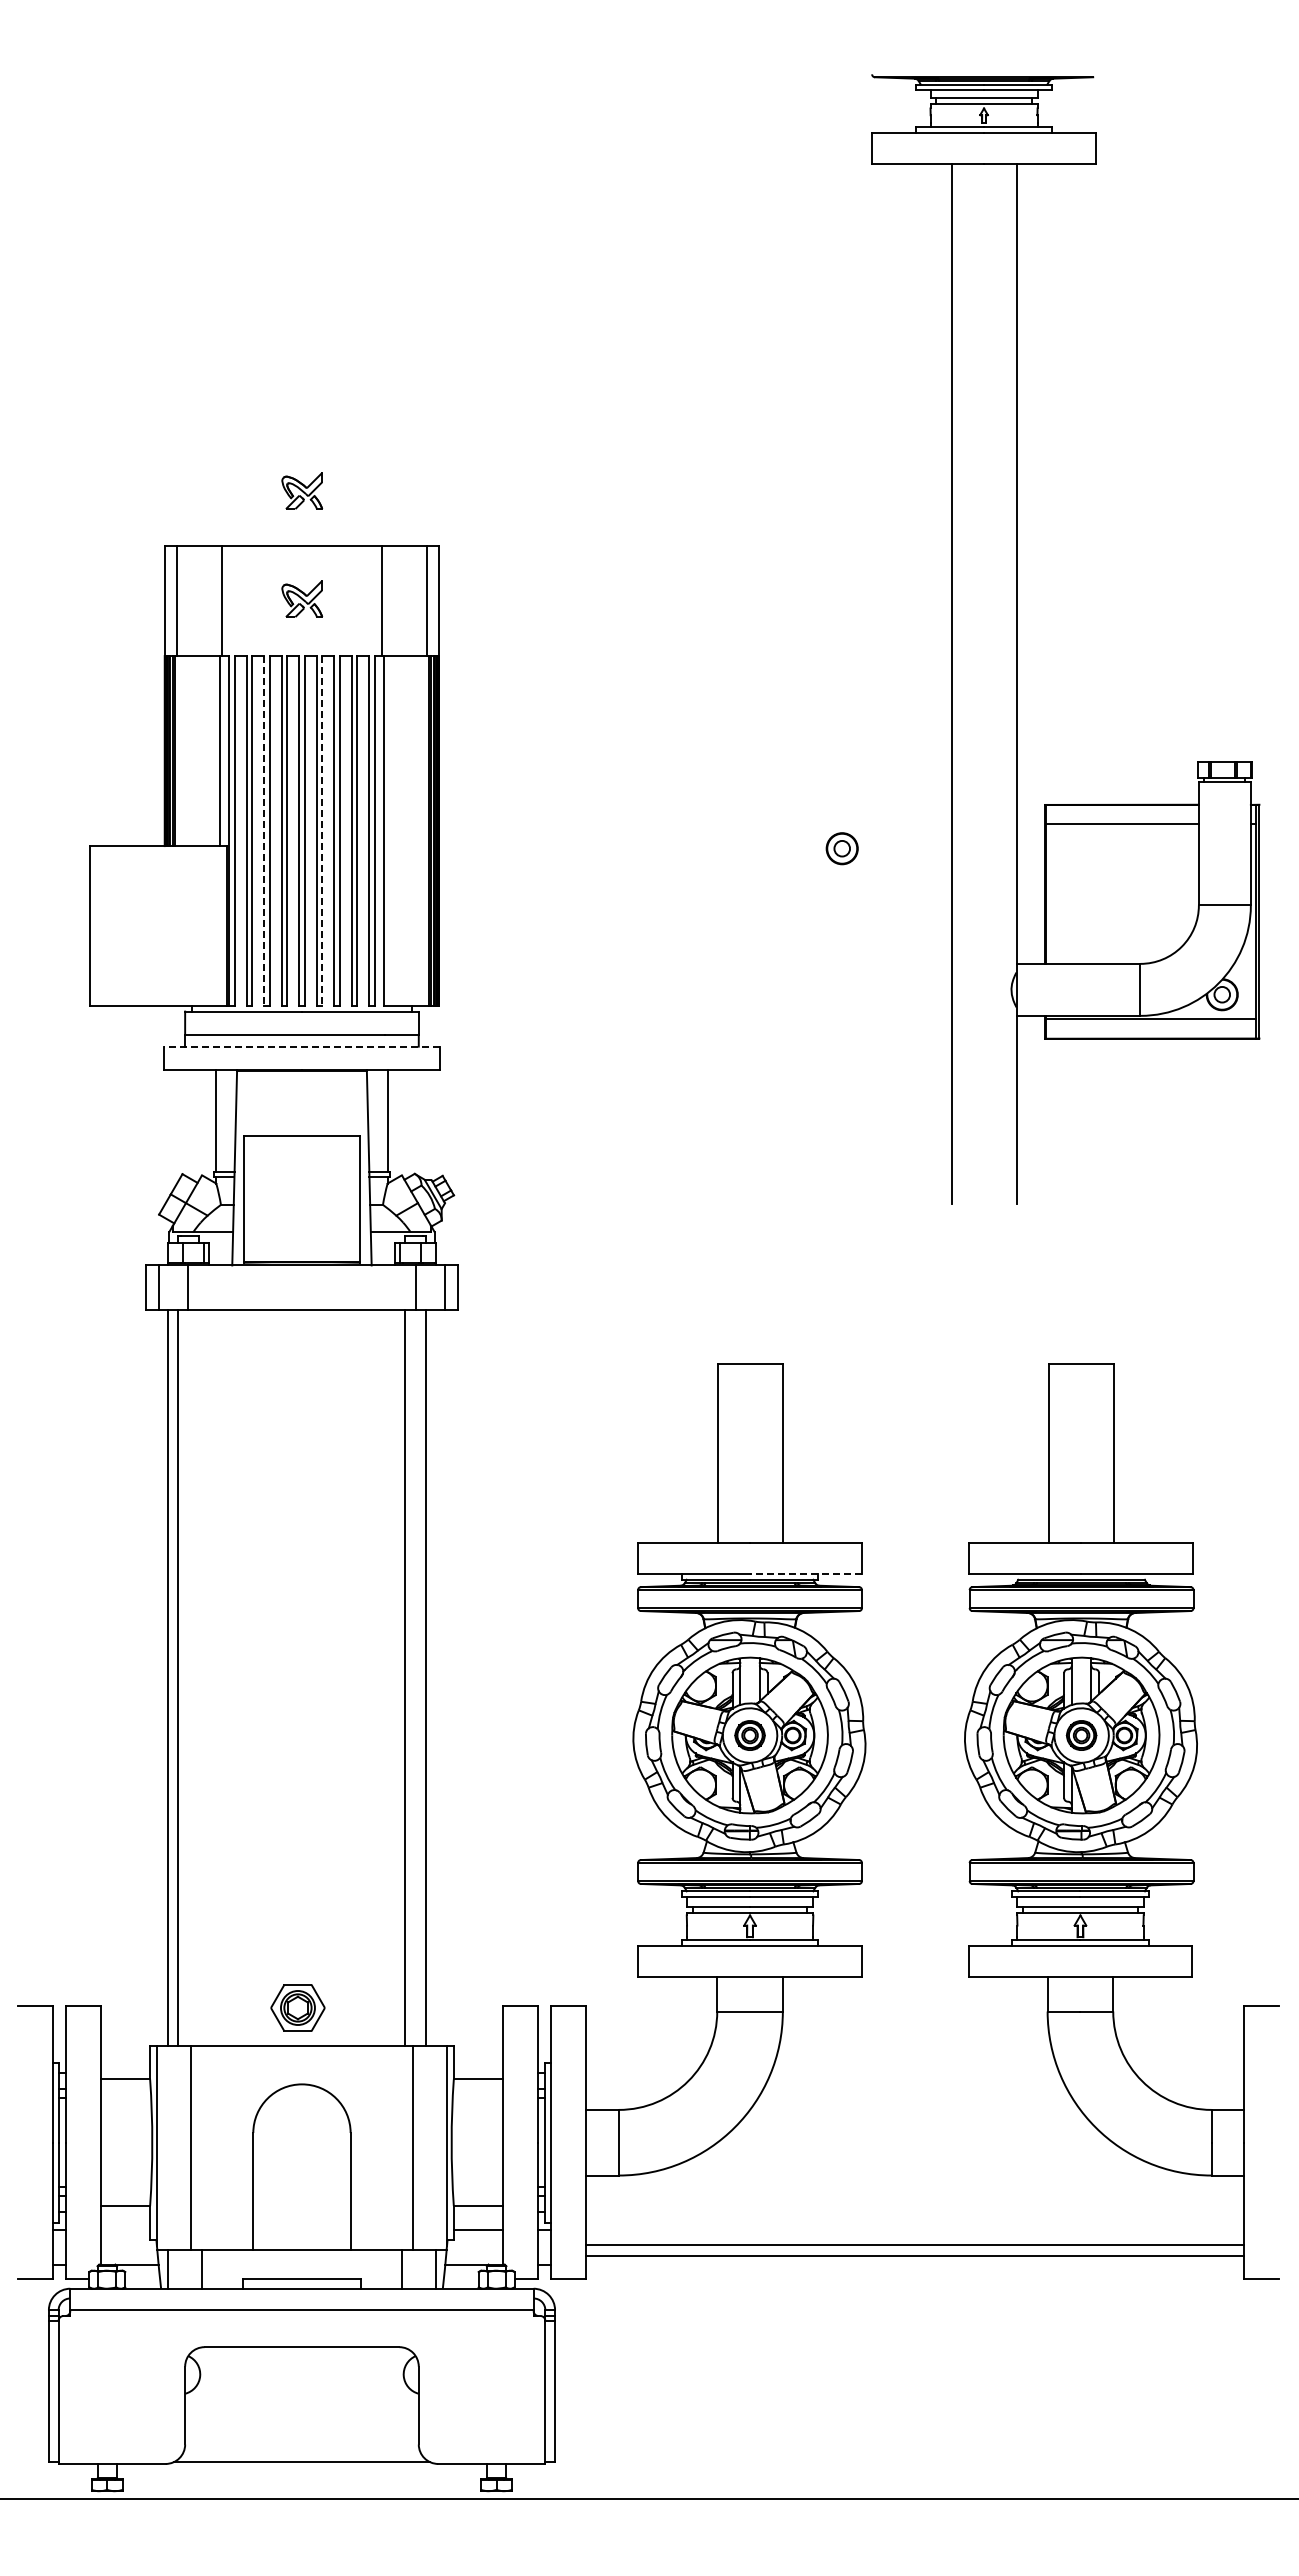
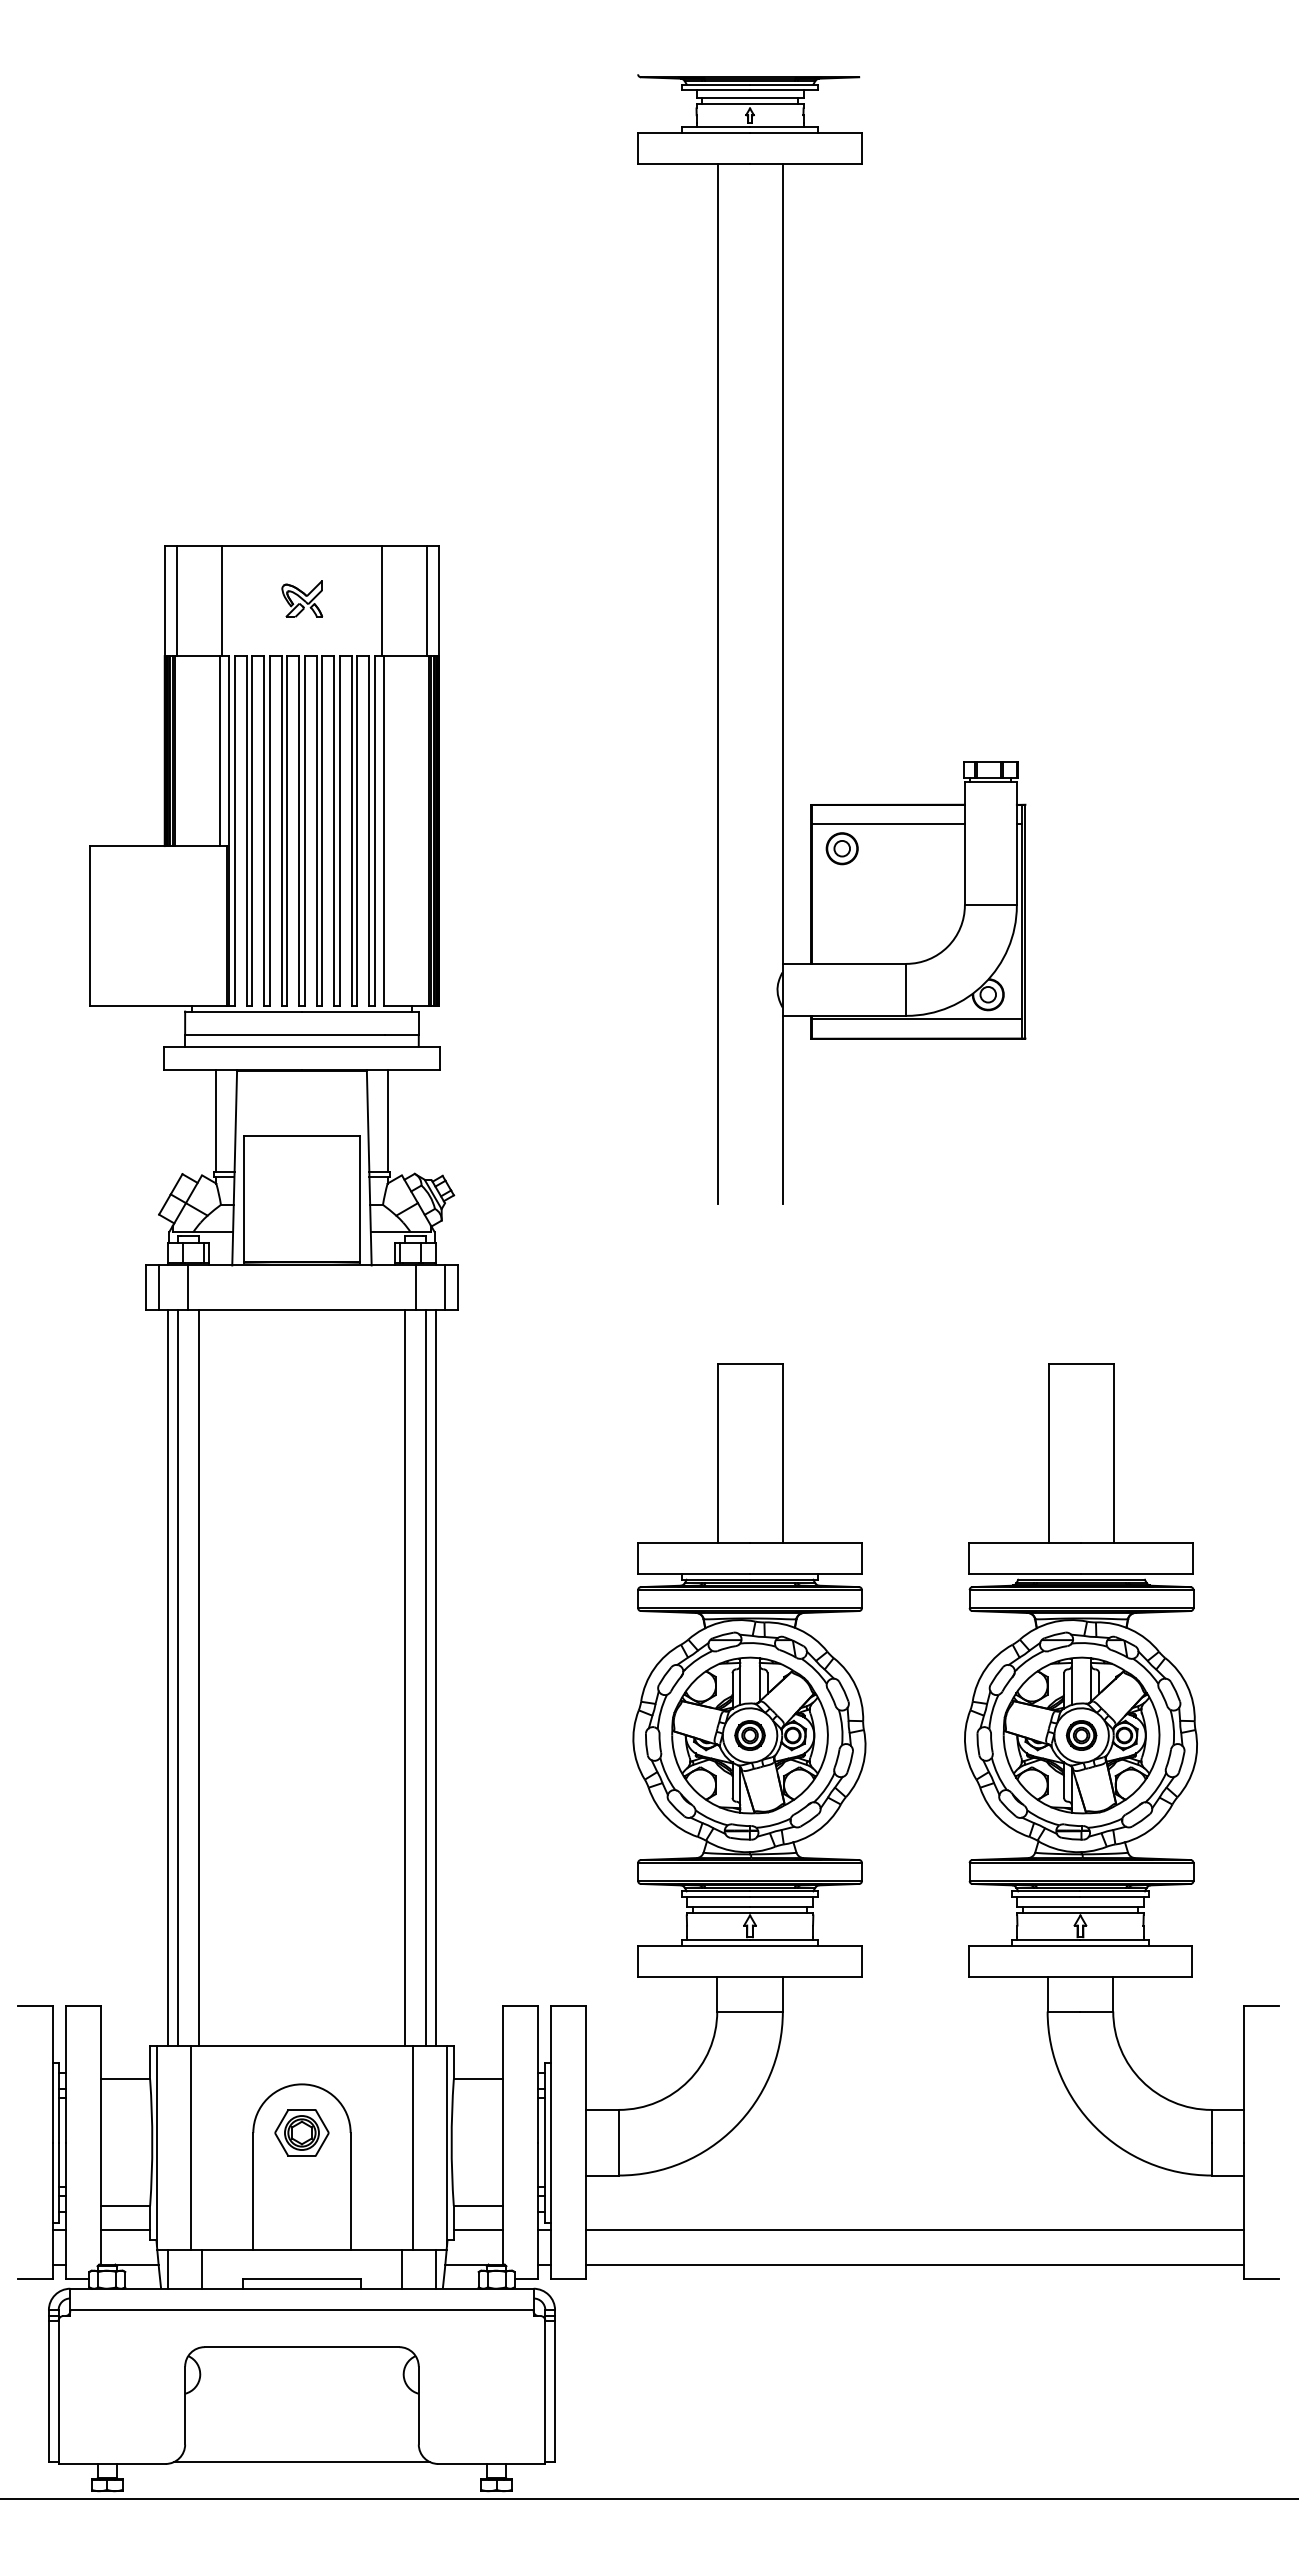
part at (302, 490): present -> none
part at (1017, 639) position: (1017, 639) -> (783, 639)
line at (264, 830): dashed -> solid
line at (322, 830): dashed -> solid
line at (301, 1046): dashed -> solid
line at (806, 1573): dashed -> solid
line at (198, 1678): none -> present
line at (435, 1678): none -> present
part at (297, 2007) position: (297, 2007) -> (301, 2132)
line at (125, 2230): none -> present
line at (915, 2245) position: (915, 2245) -> (915, 2265)
line at (915, 2256) position: (915, 2256) -> (915, 2230)
